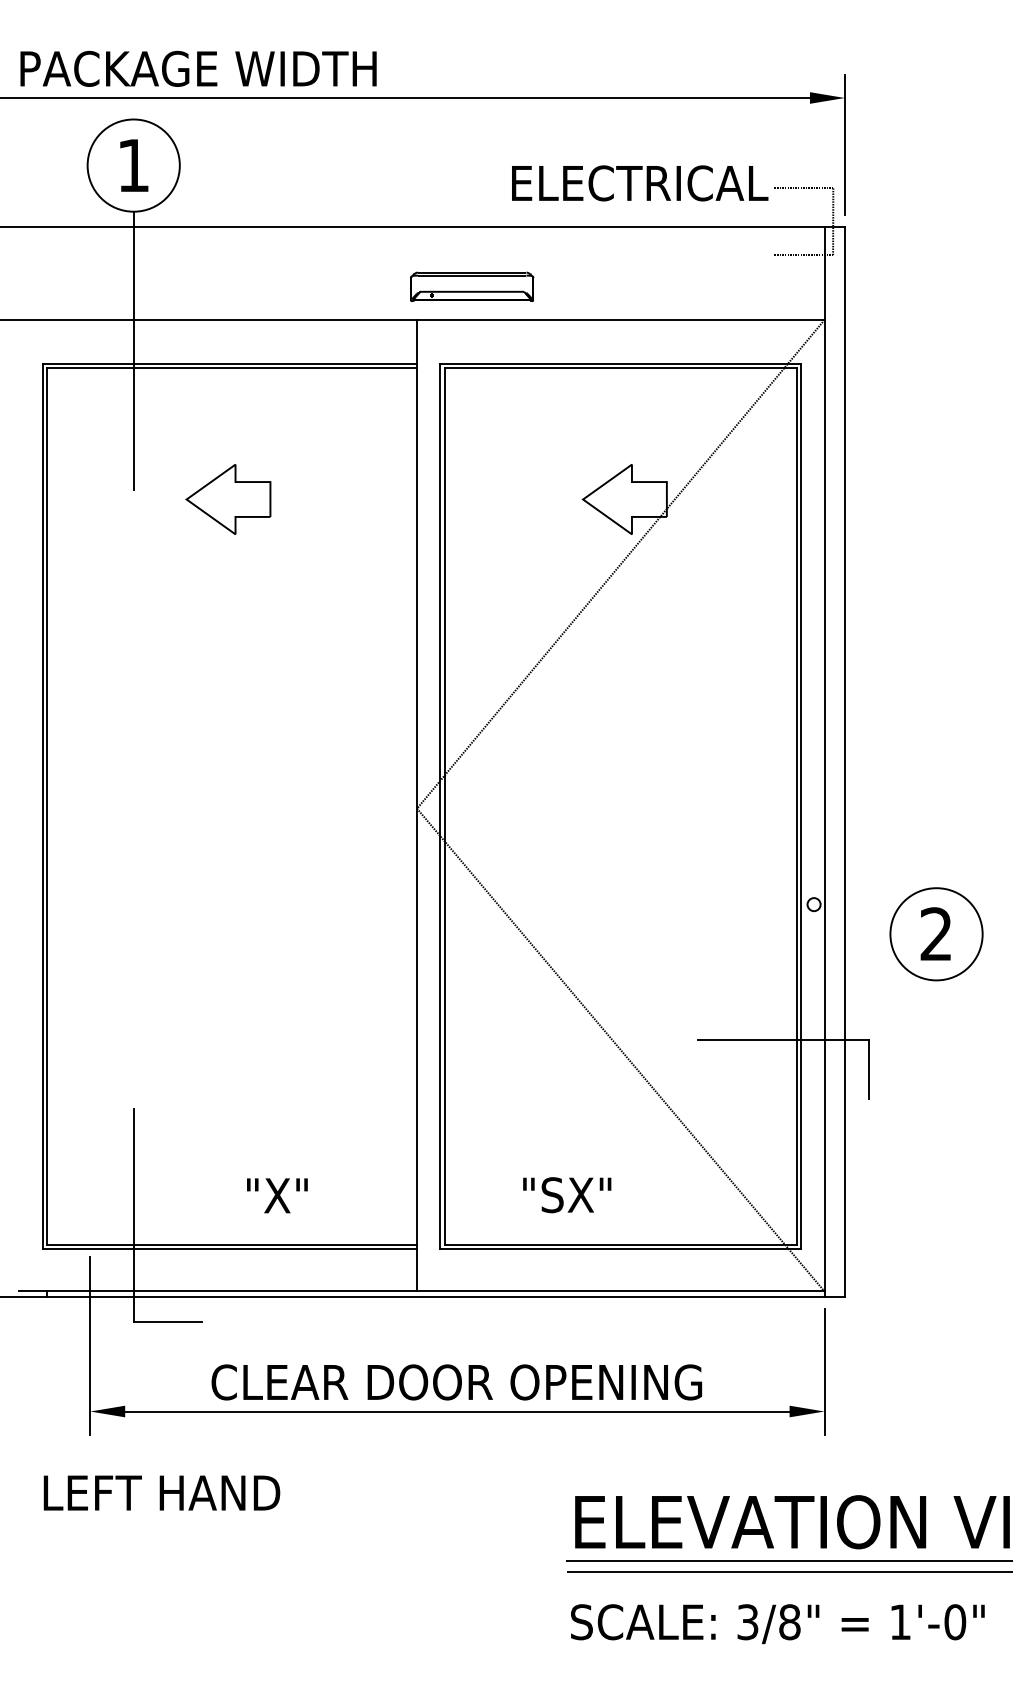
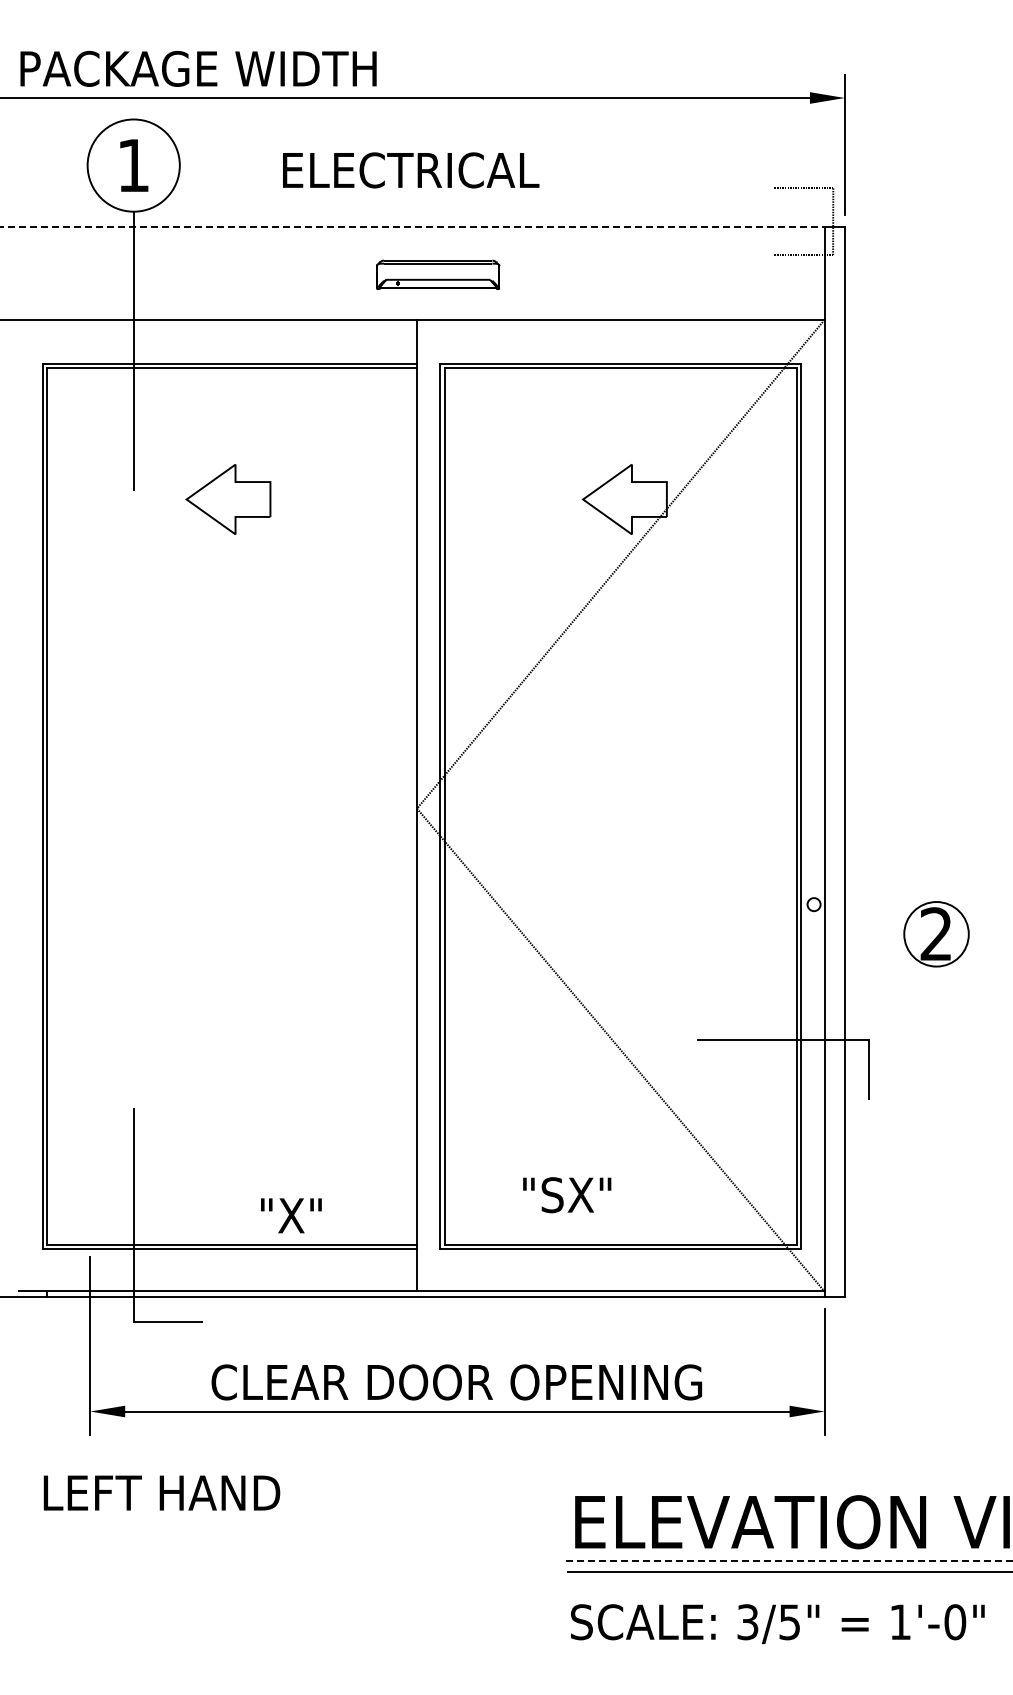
text at (640, 183) position: (640, 183) -> (411, 170)
line at (412, 226): solid -> dashed
part at (472, 286) position: (472, 286) -> (438, 274)
circle at (936, 934) diameter: 92 px -> 65 px
text at (277, 1195) position: (277, 1195) -> (291, 1215)
line at (789, 1561): solid -> dashed
text at (789, 1622): 3/8" -> 3/5"
